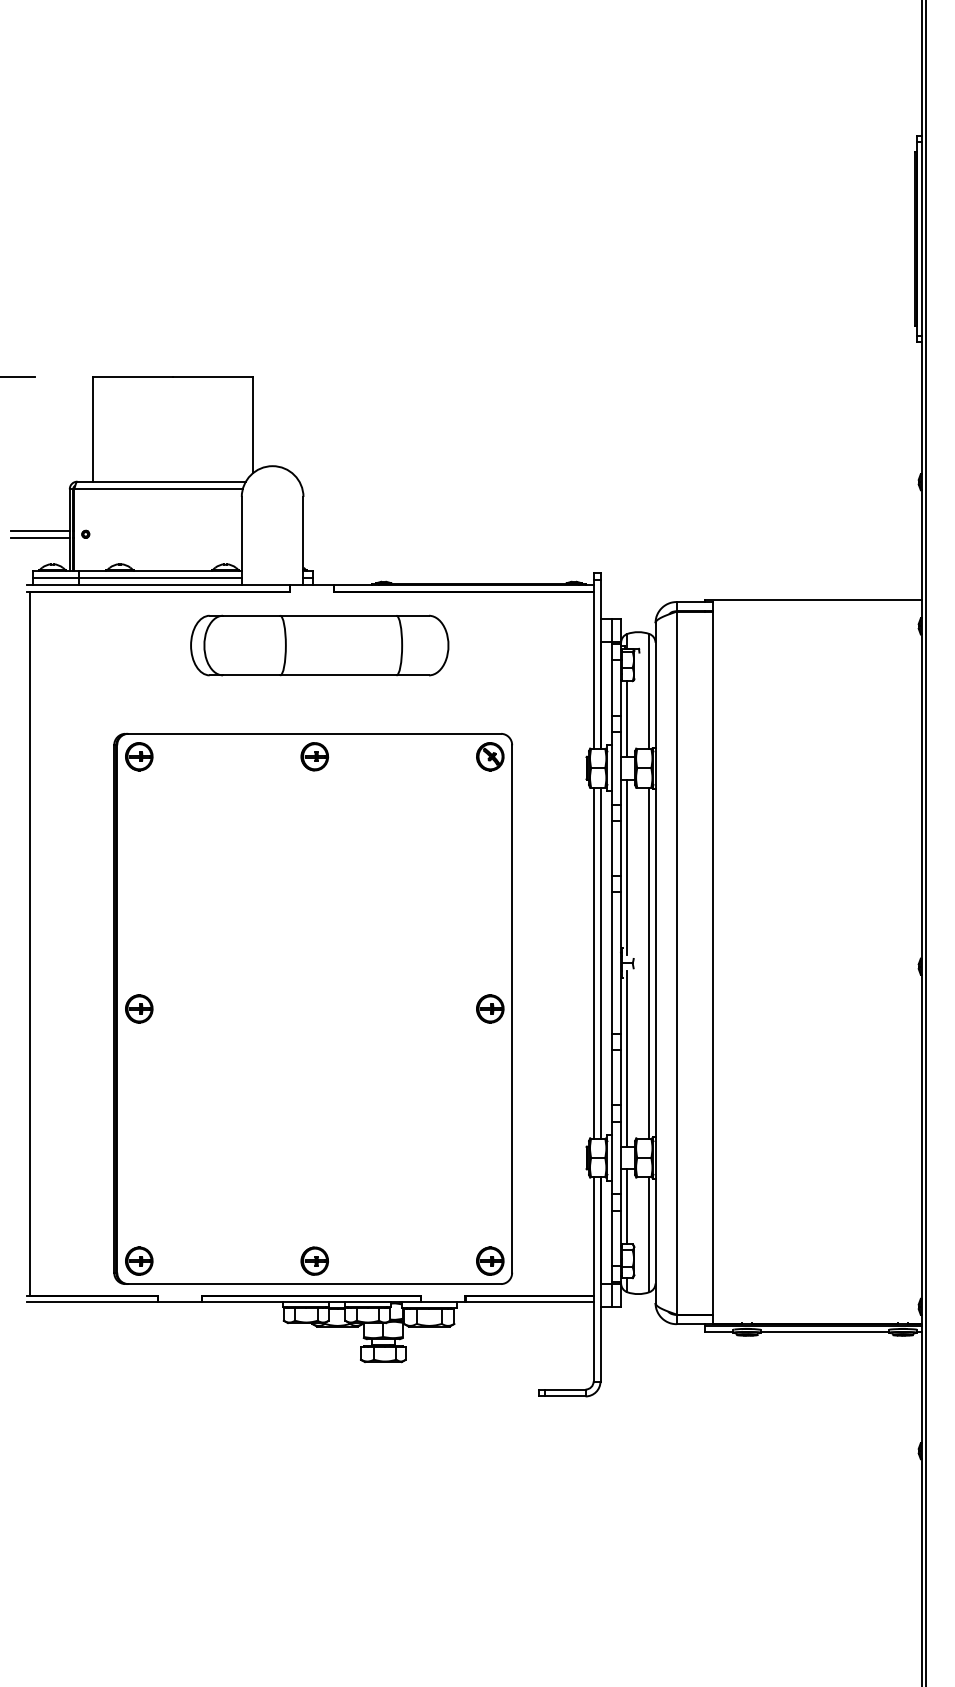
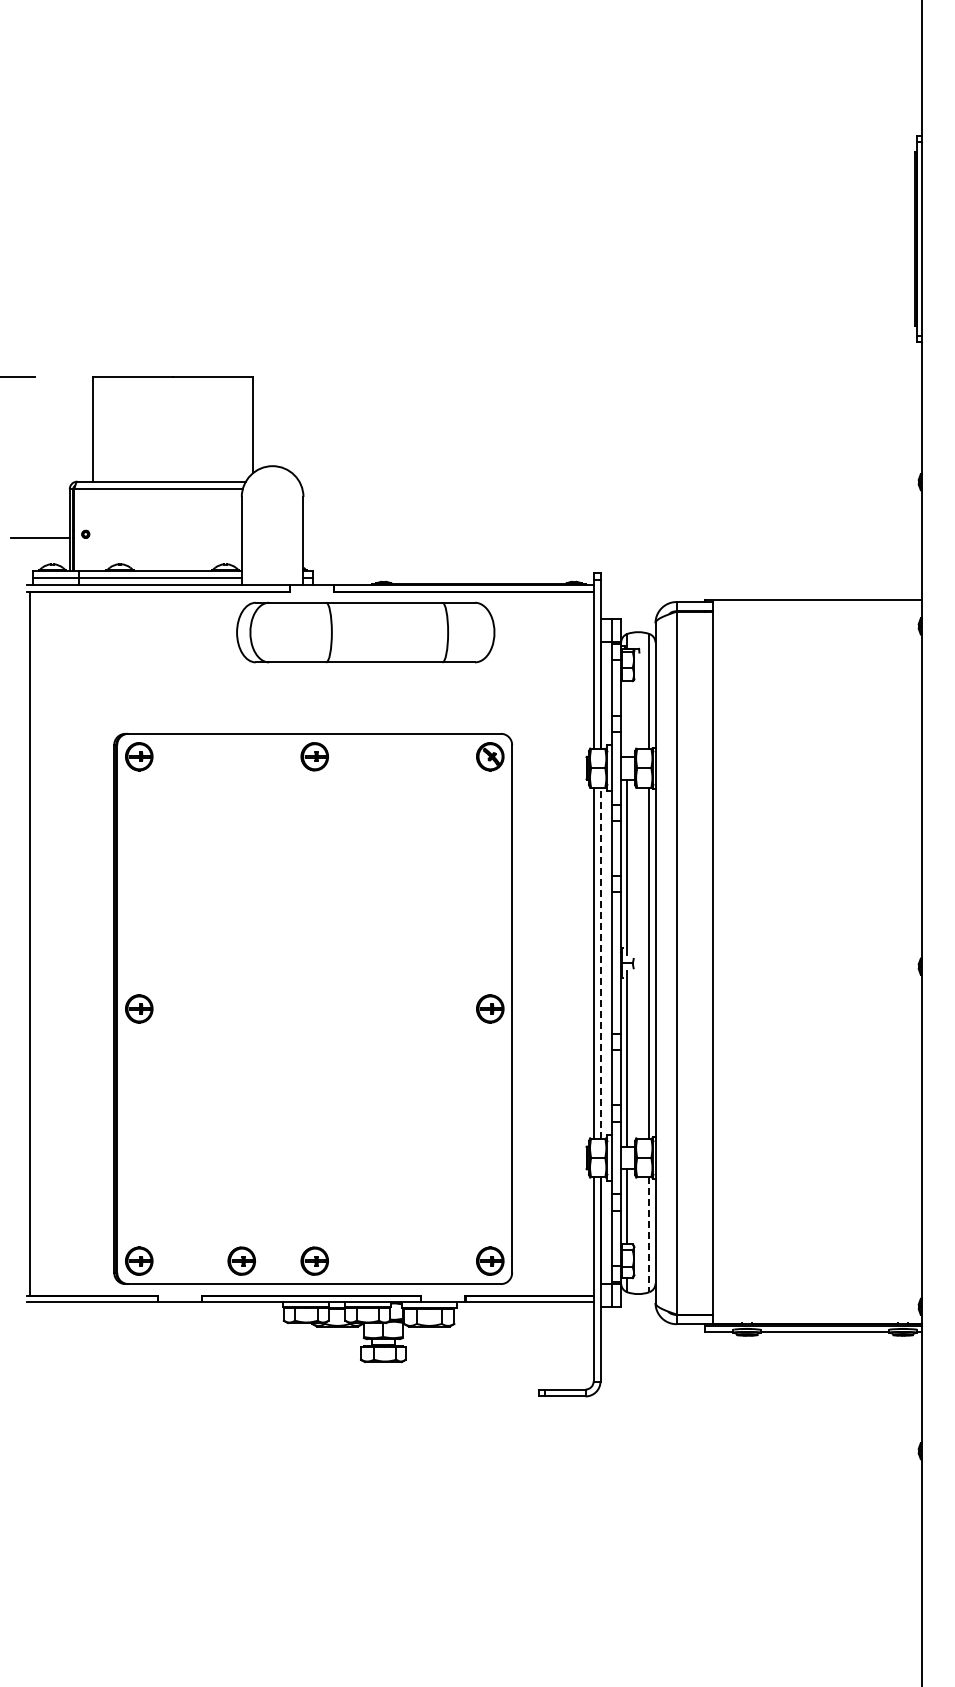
line at (39, 530): present -> none
part at (319, 645) position: (319, 645) -> (365, 632)
line at (627, 718): present -> none
line at (926, 842): present -> none
line at (600, 962): solid -> dashed
line at (649, 1235): solid -> dashed
part at (241, 1260): none -> present
